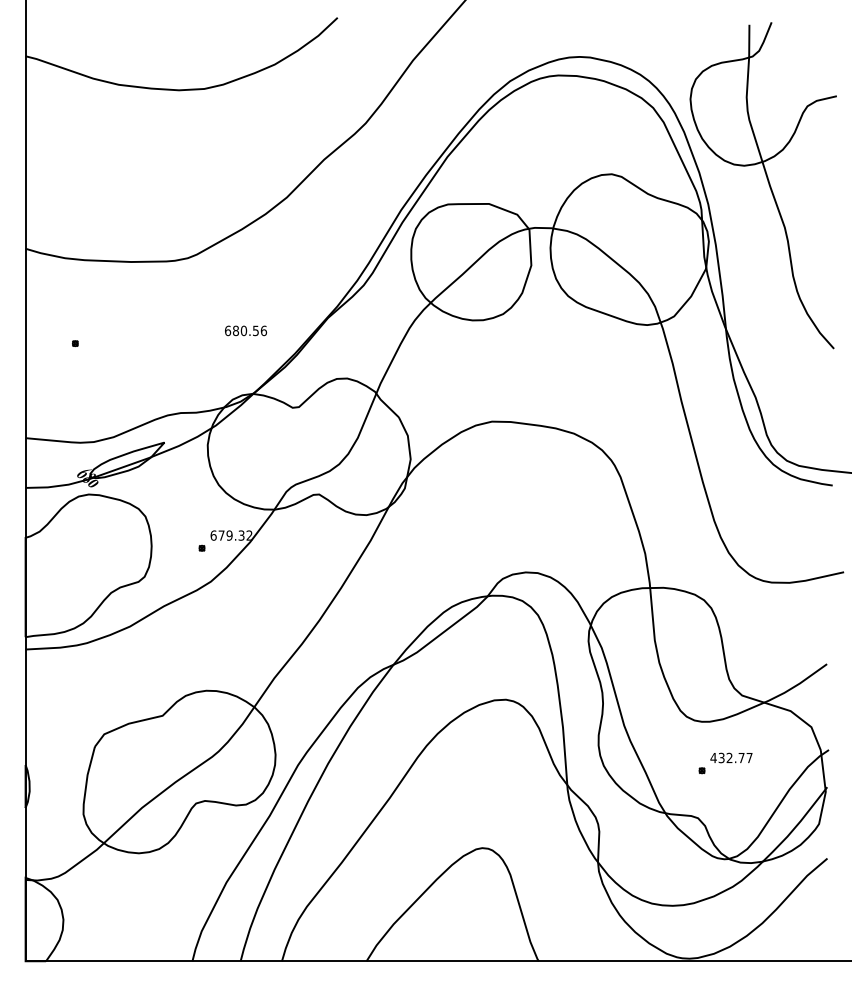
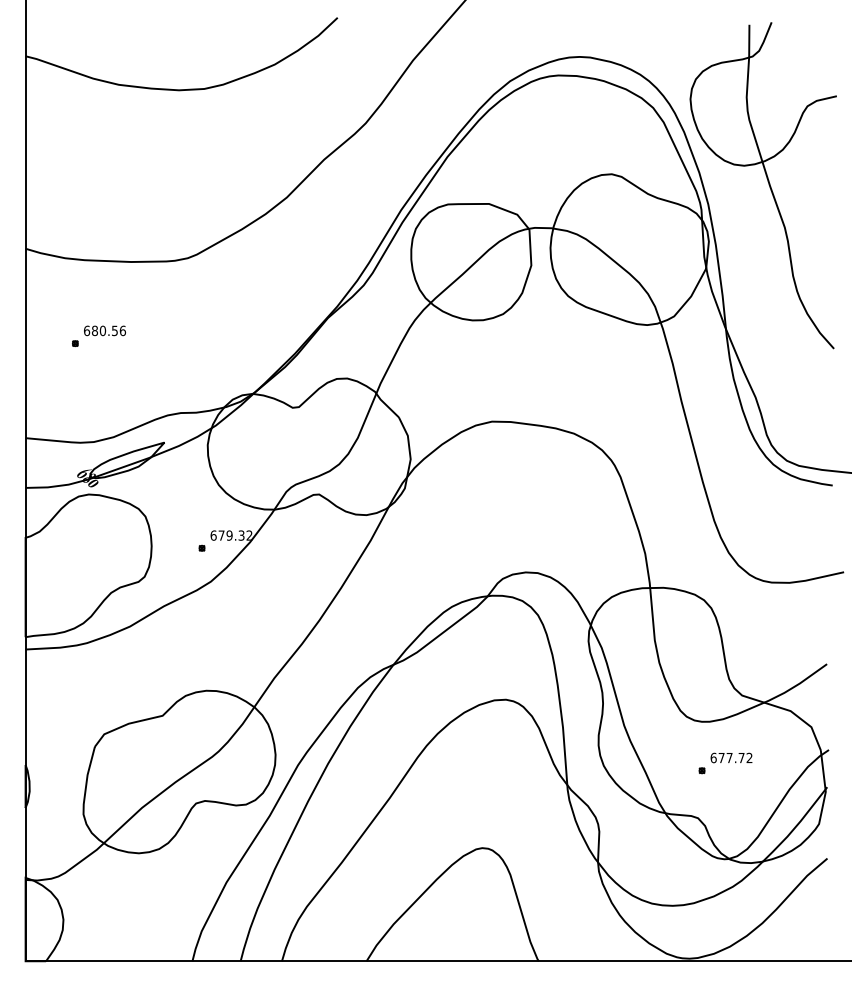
text at (245, 330) position: (245, 330) -> (104, 330)
text at (731, 757): 432.77 -> 677.72
